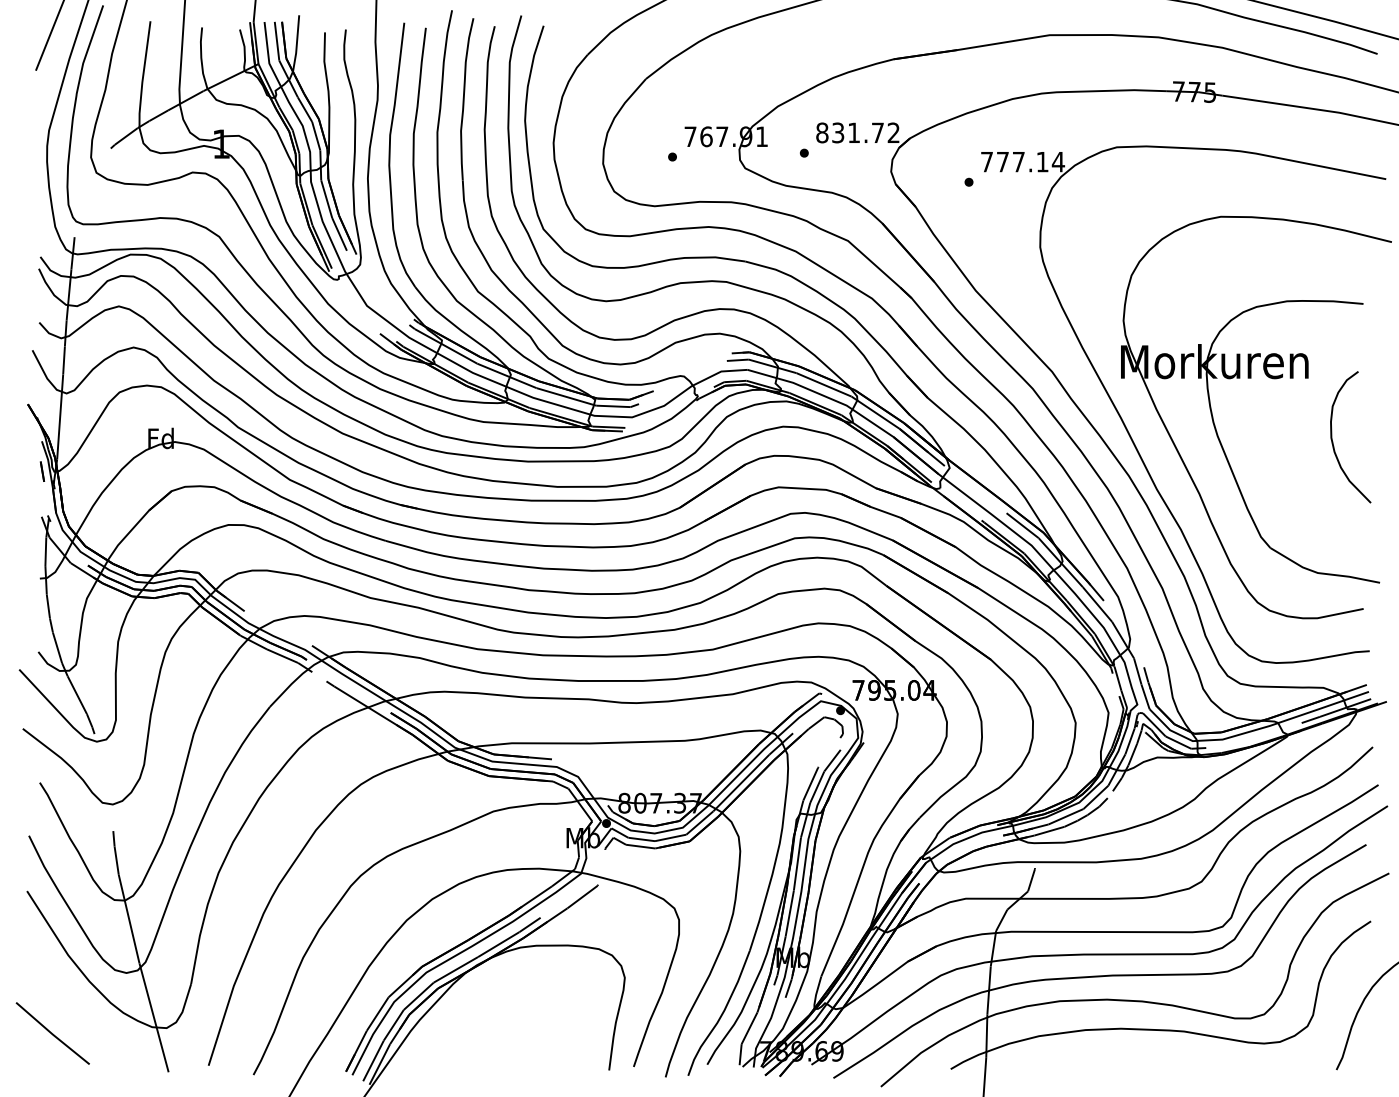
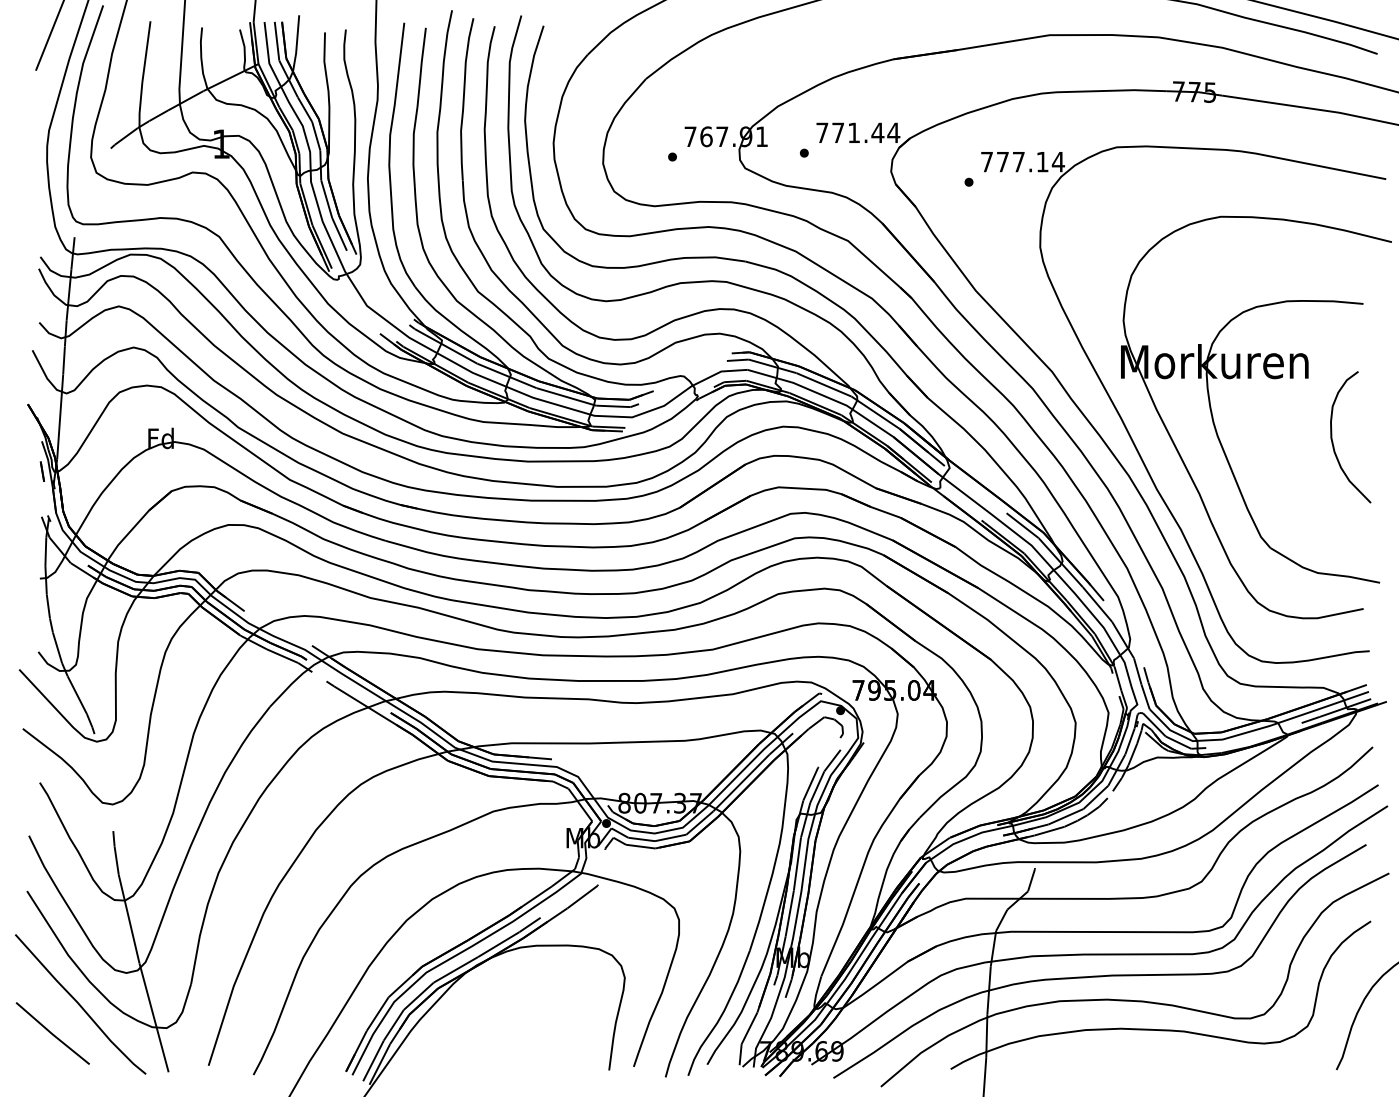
text at (858, 132): 831.72 -> 771.44
curve at (80, 1004): none -> present
